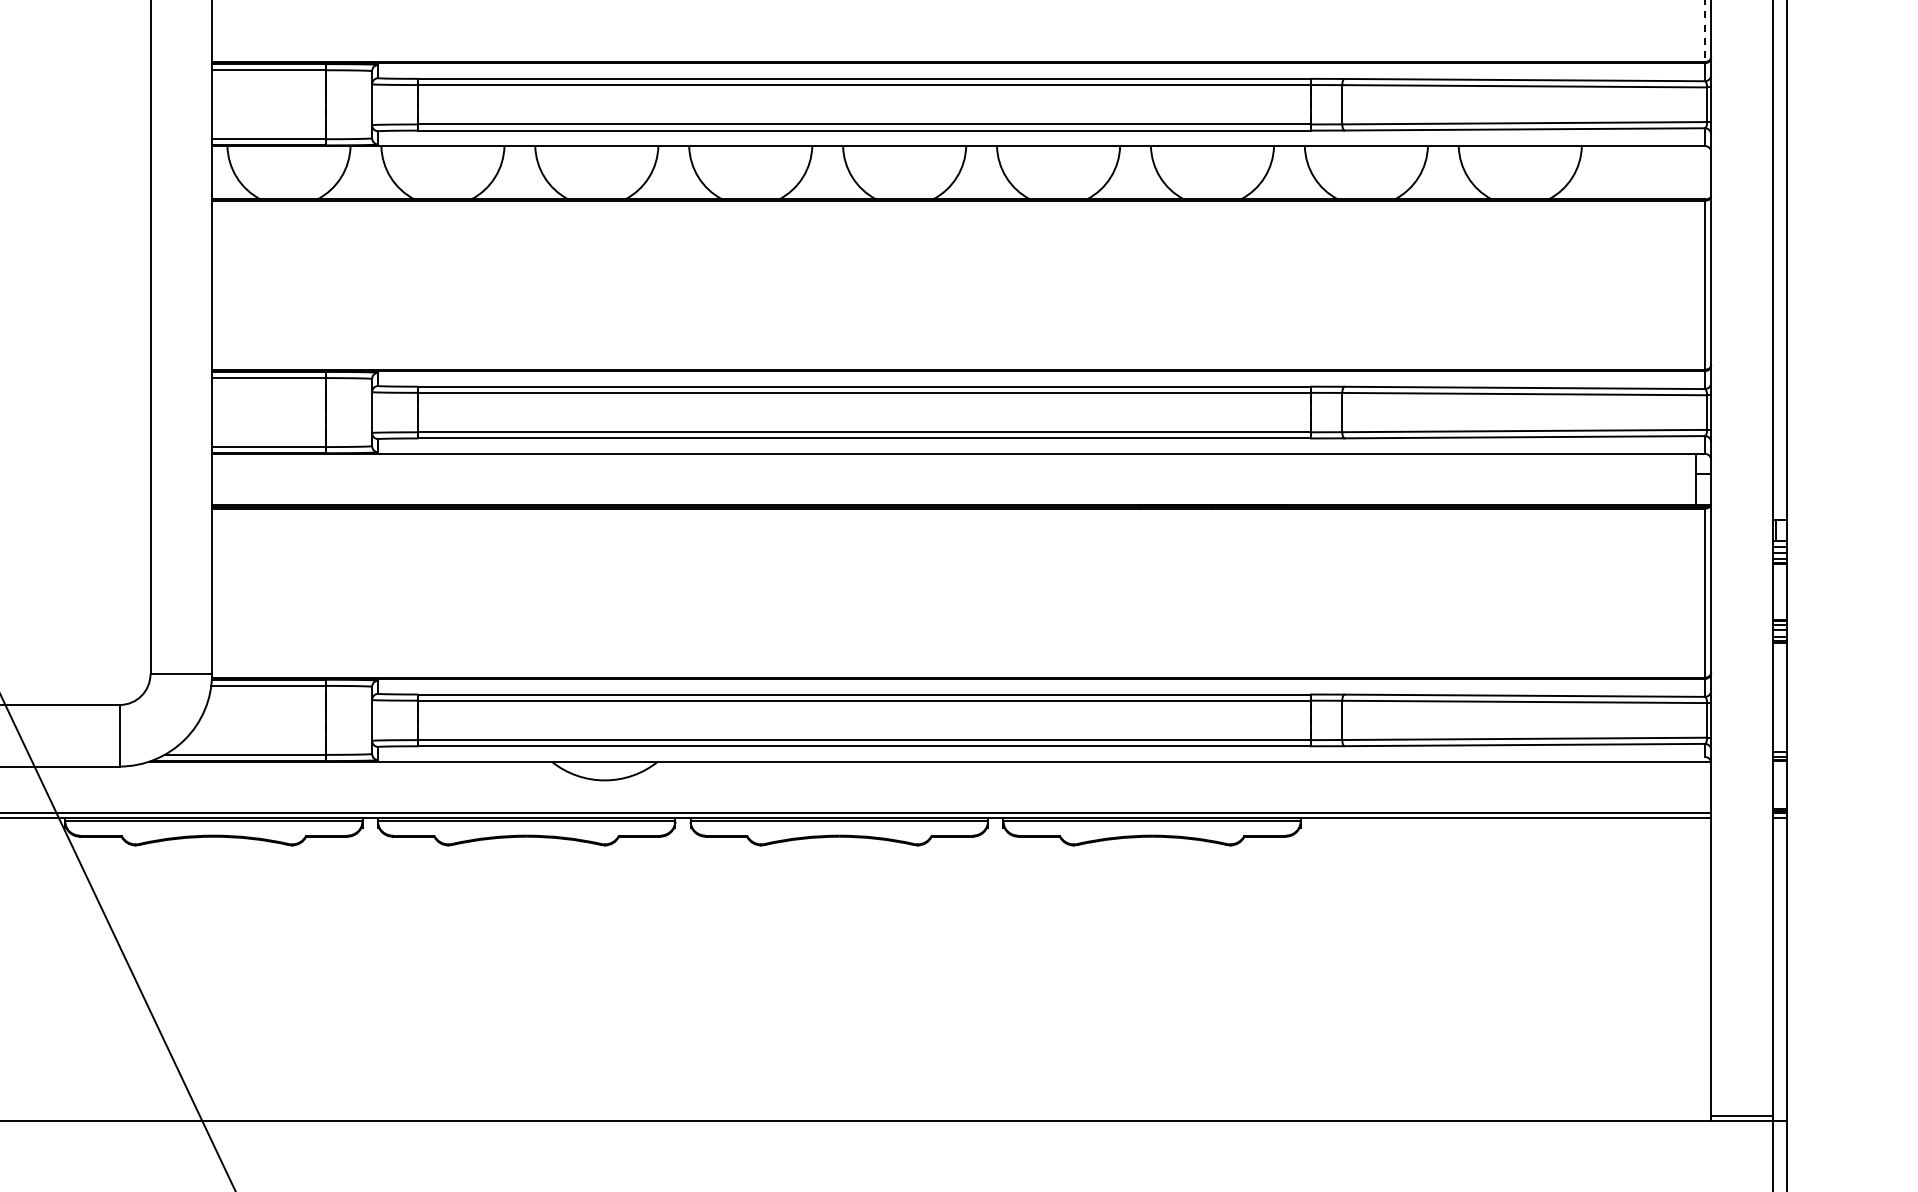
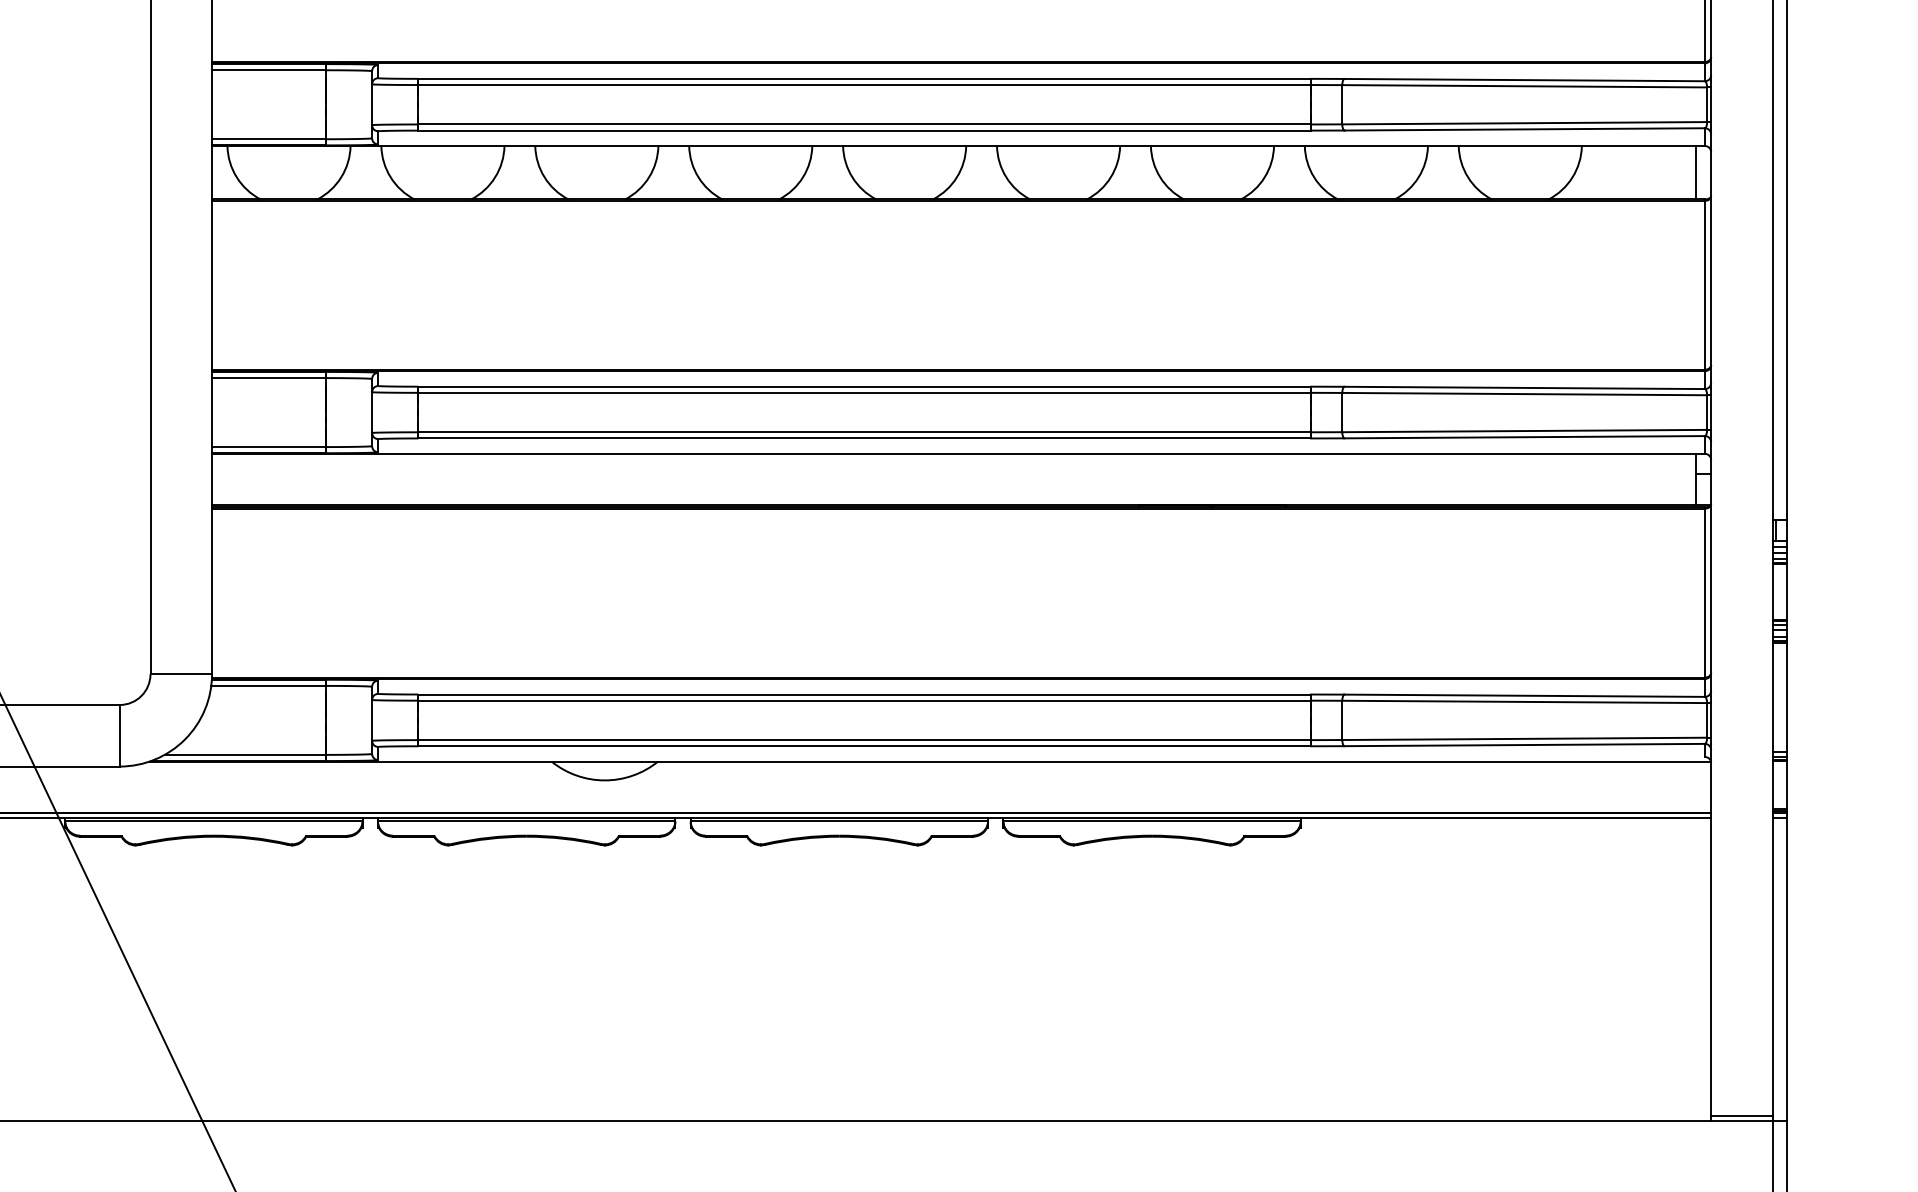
line at (1705, 31): dashed -> solid
line at (1695, 172): none -> present
